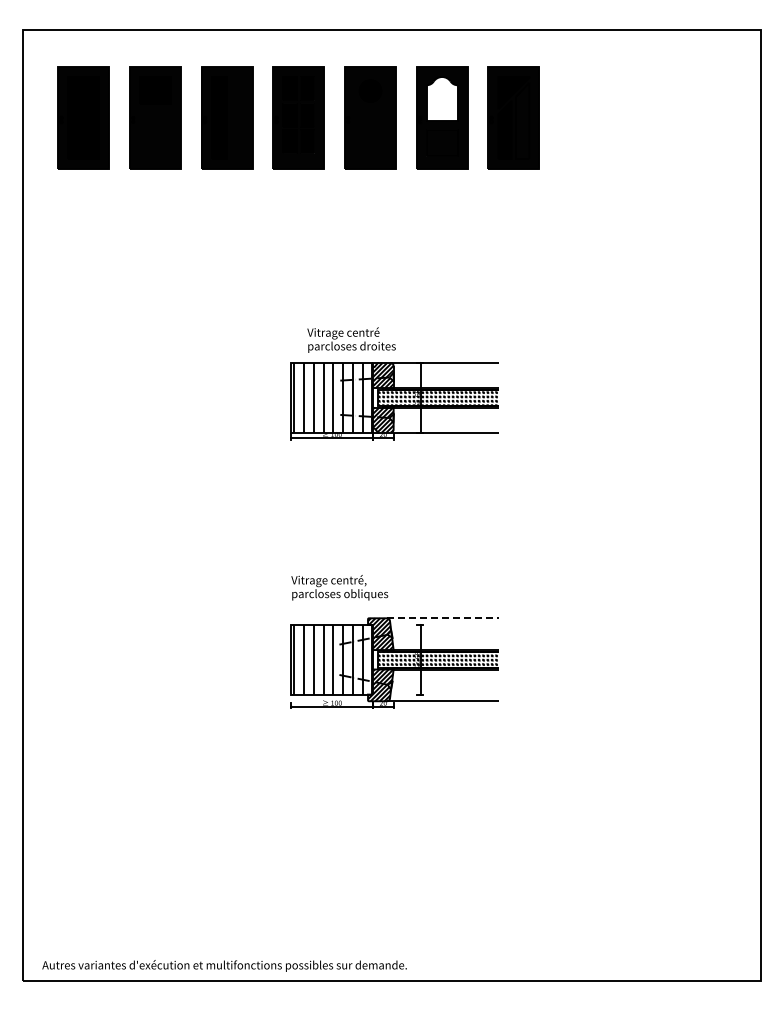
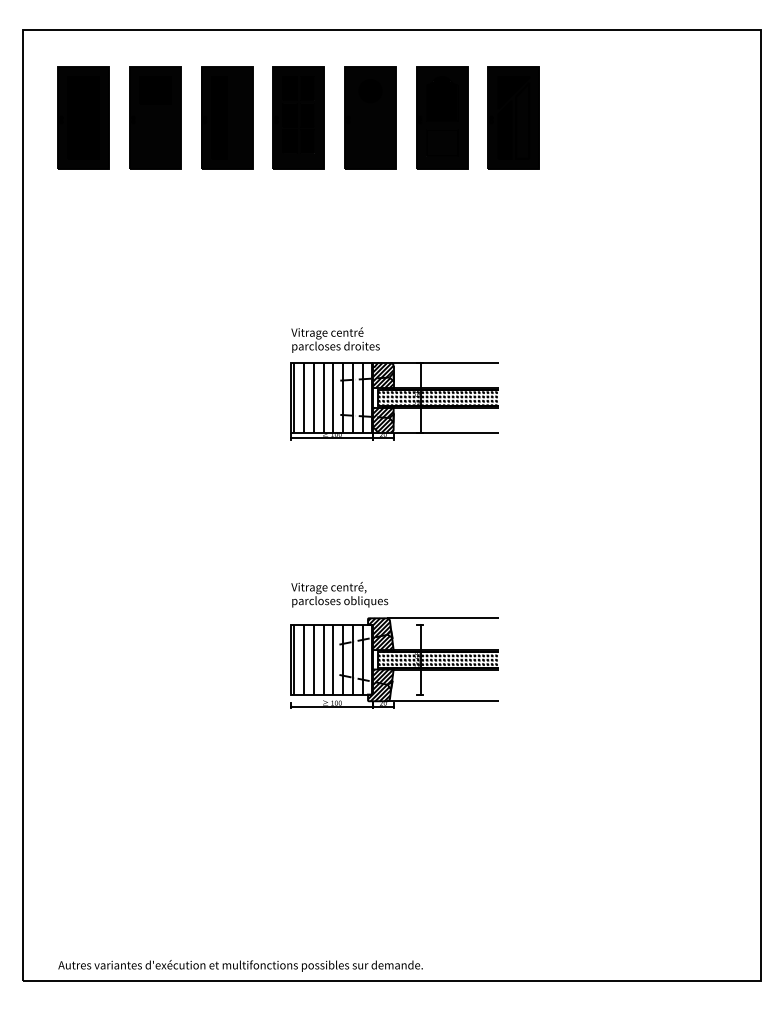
fill at (441, 99): none -> present
text at (351, 339) position: (351, 339) -> (335, 339)
text at (339, 587) position: (339, 587) -> (339, 594)
line at (443, 618): dashed -> solid
text at (224, 965) position: (224, 965) -> (240, 965)
